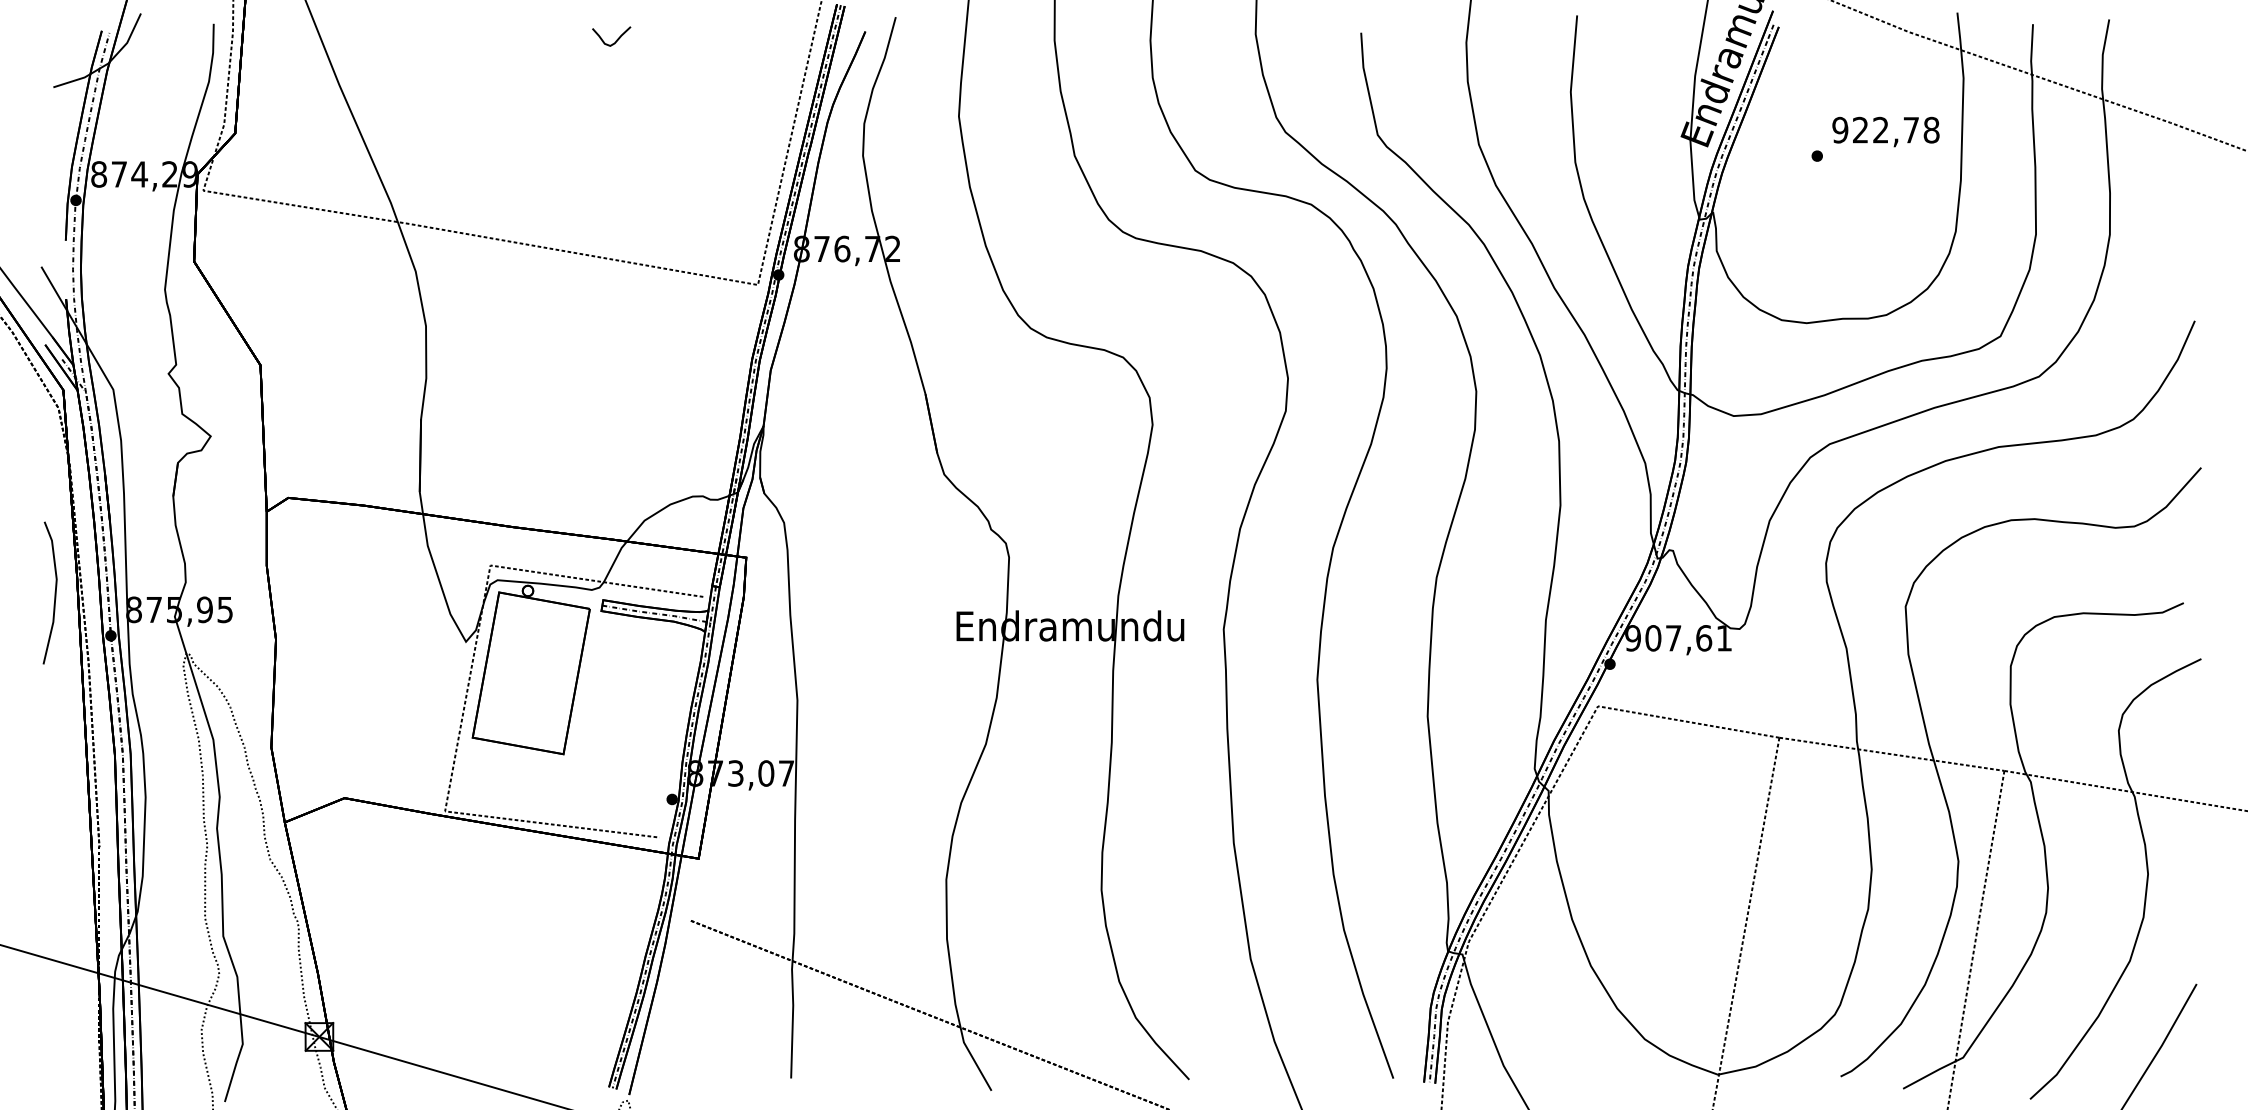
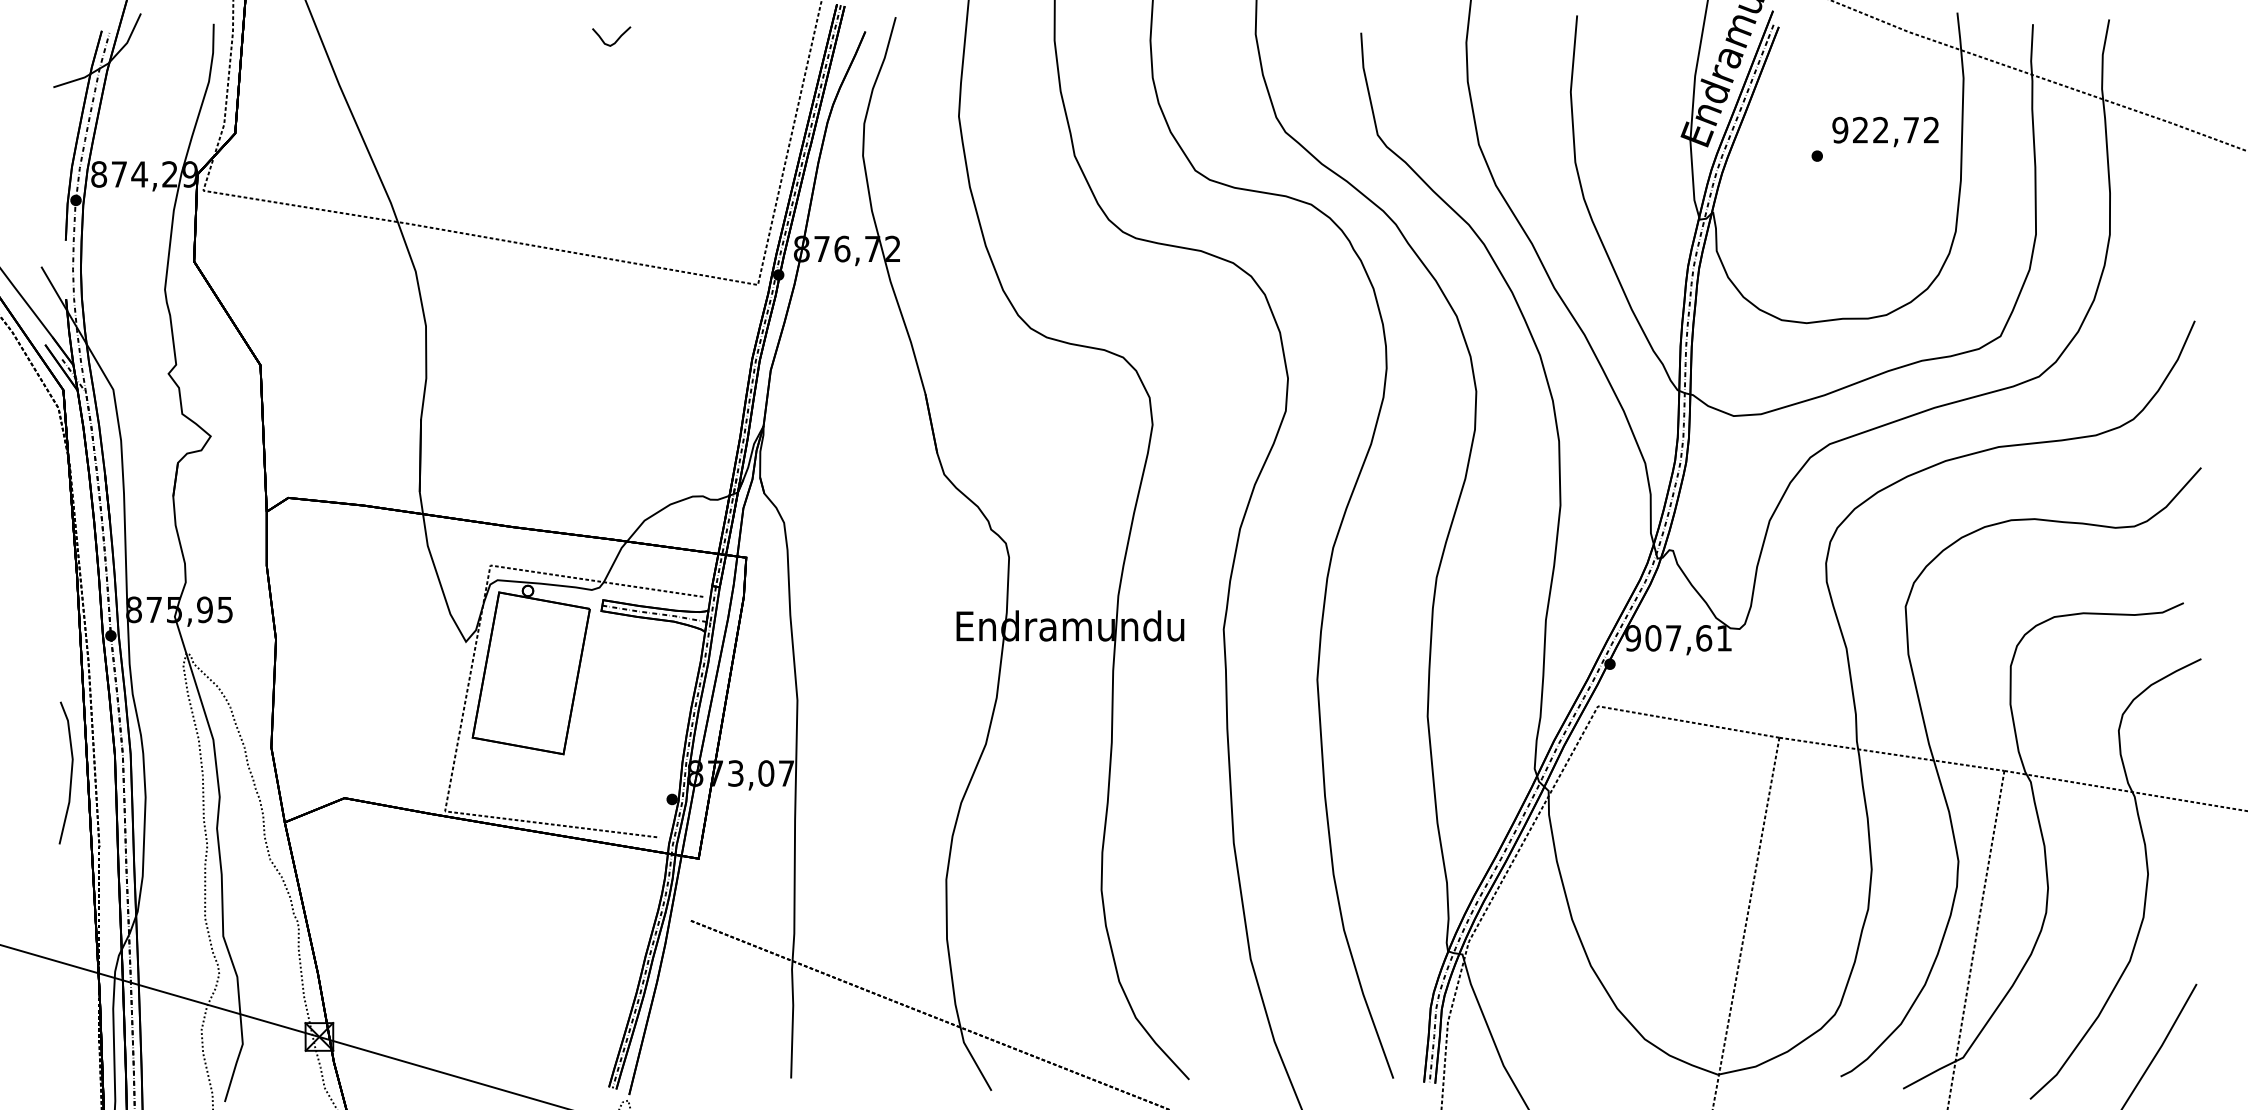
text at (1931, 129): 922,78 -> 922,72
line at (54, 592) position: (54, 592) -> (70, 772)
